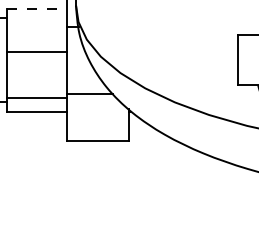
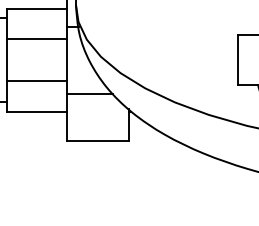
line at (37, 8): dashed -> solid
line at (36, 51) position: (36, 51) -> (36, 38)
line at (36, 98) position: (36, 98) -> (36, 81)
